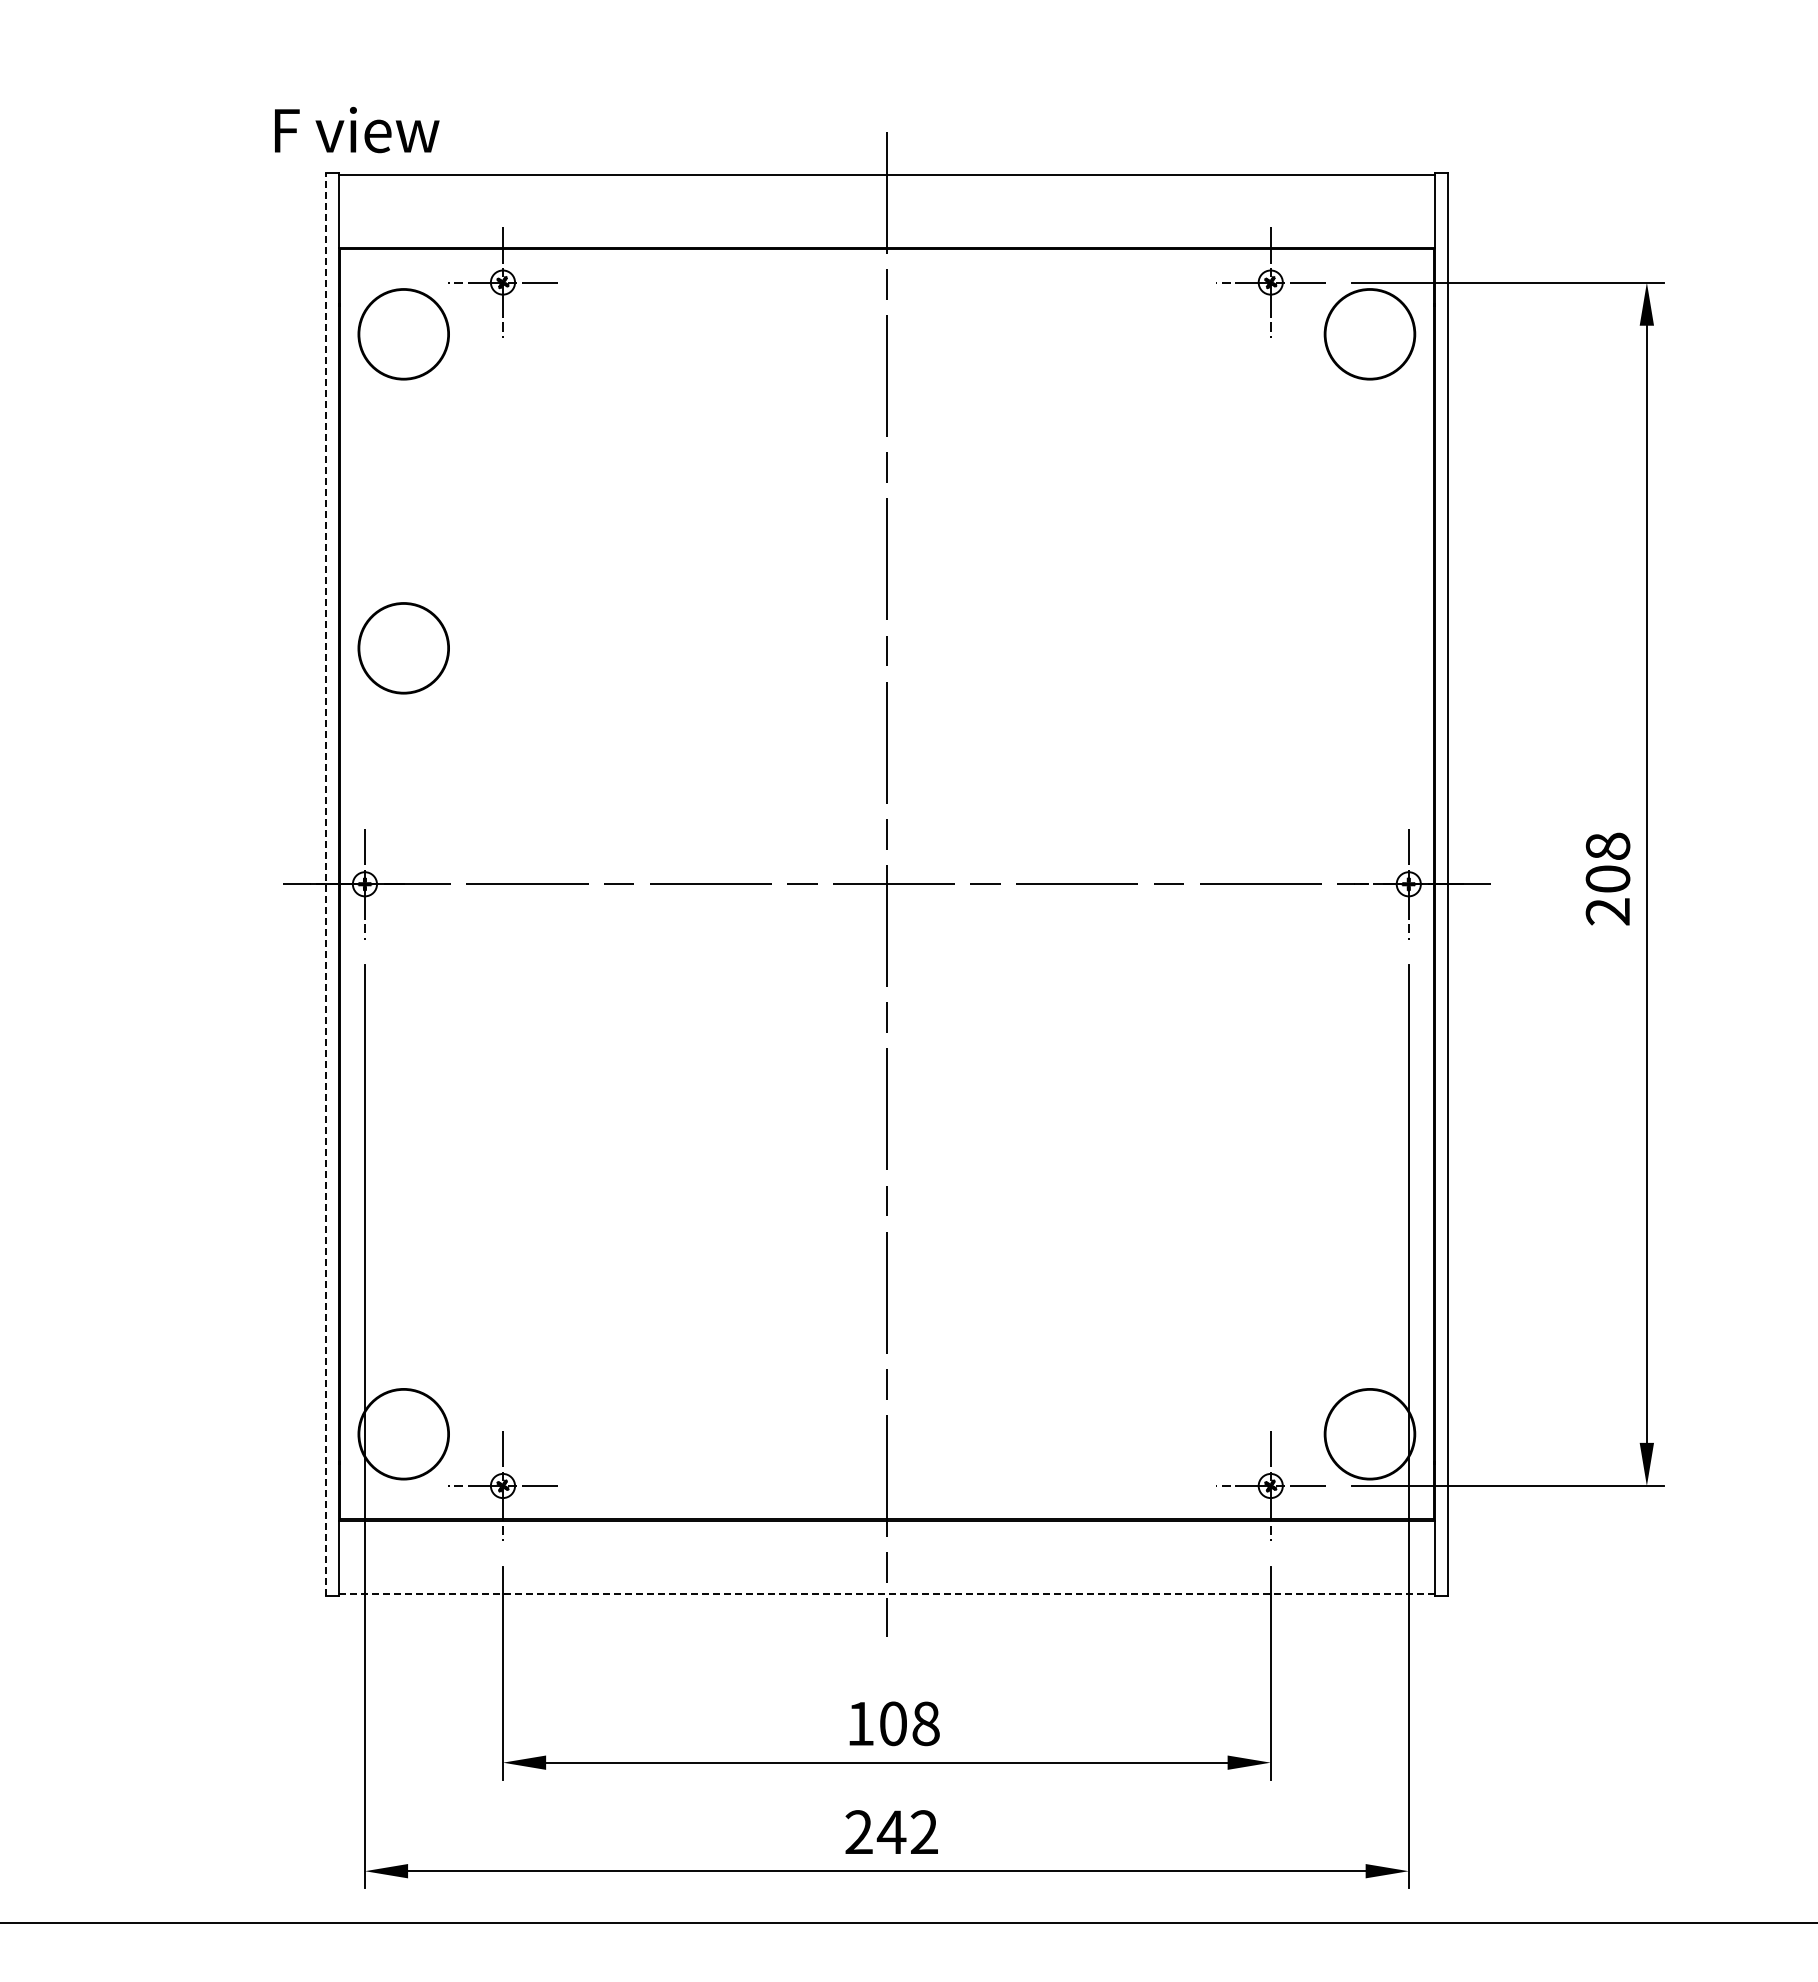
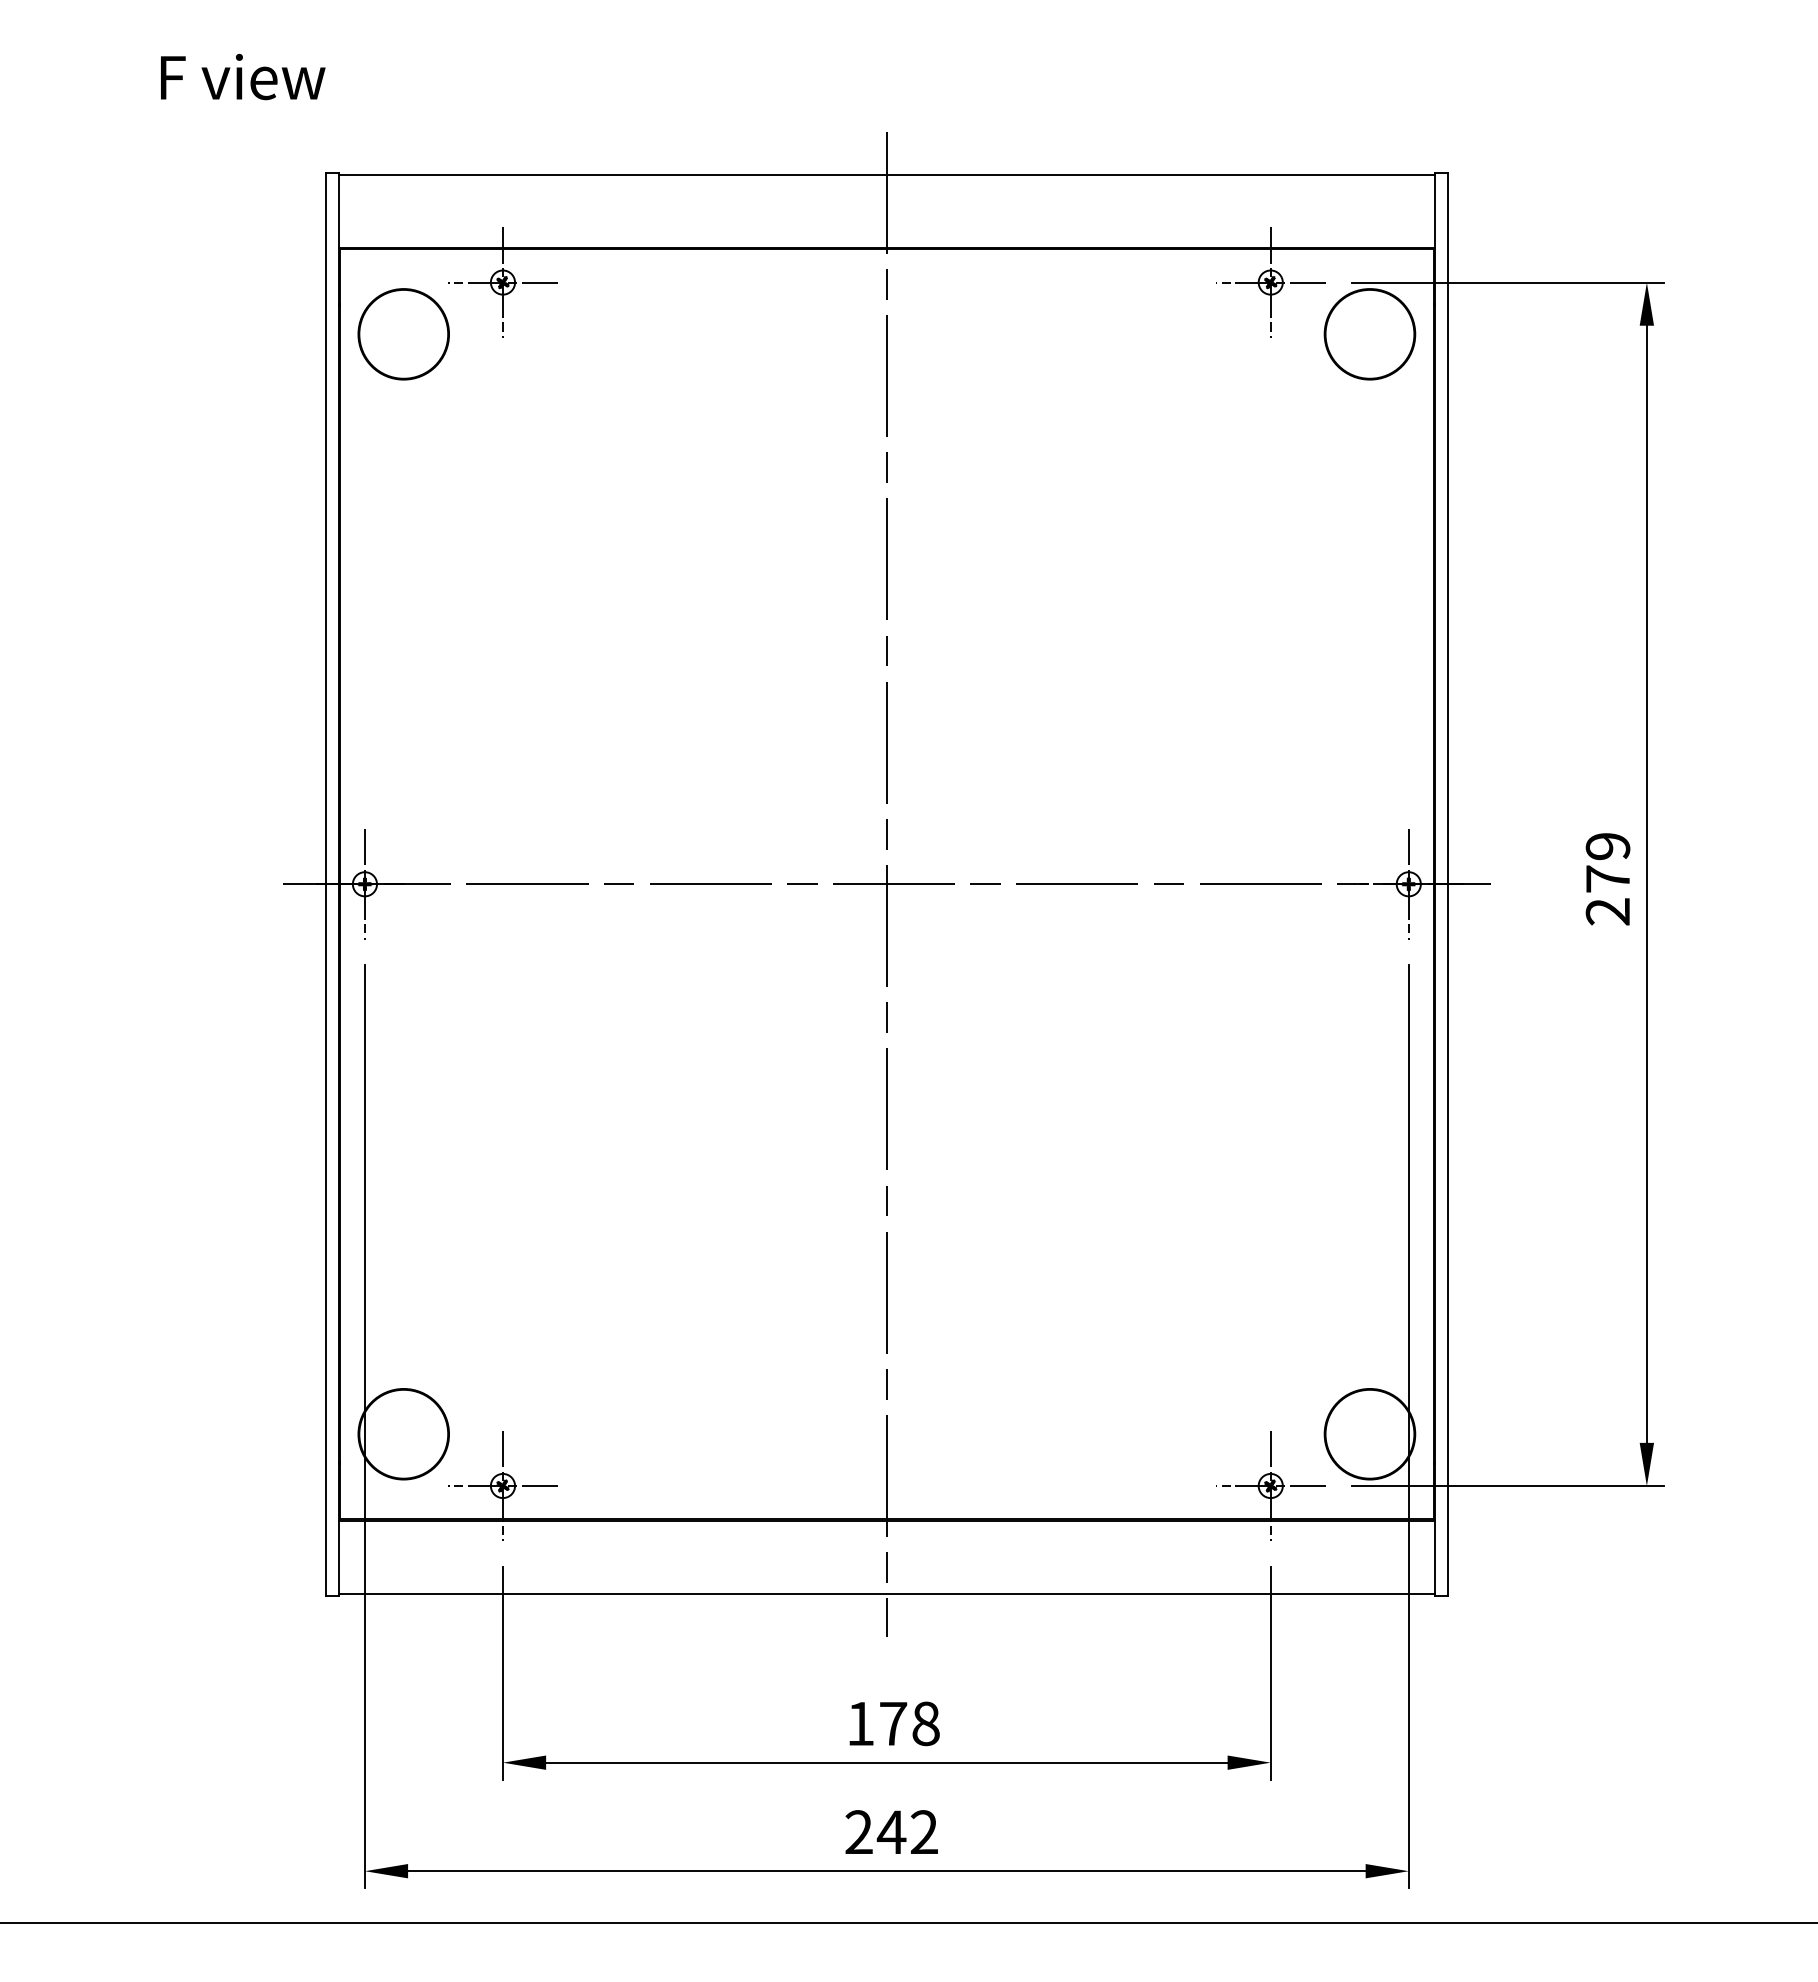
text at (357, 129) position: (357, 129) -> (243, 76)
circle at (403, 648): present -> none
text at (1607, 862): 208 -> 279
line at (326, 884): dashed -> solid
line at (886, 1593): dashed -> solid
text at (893, 1723): 108 -> 178
